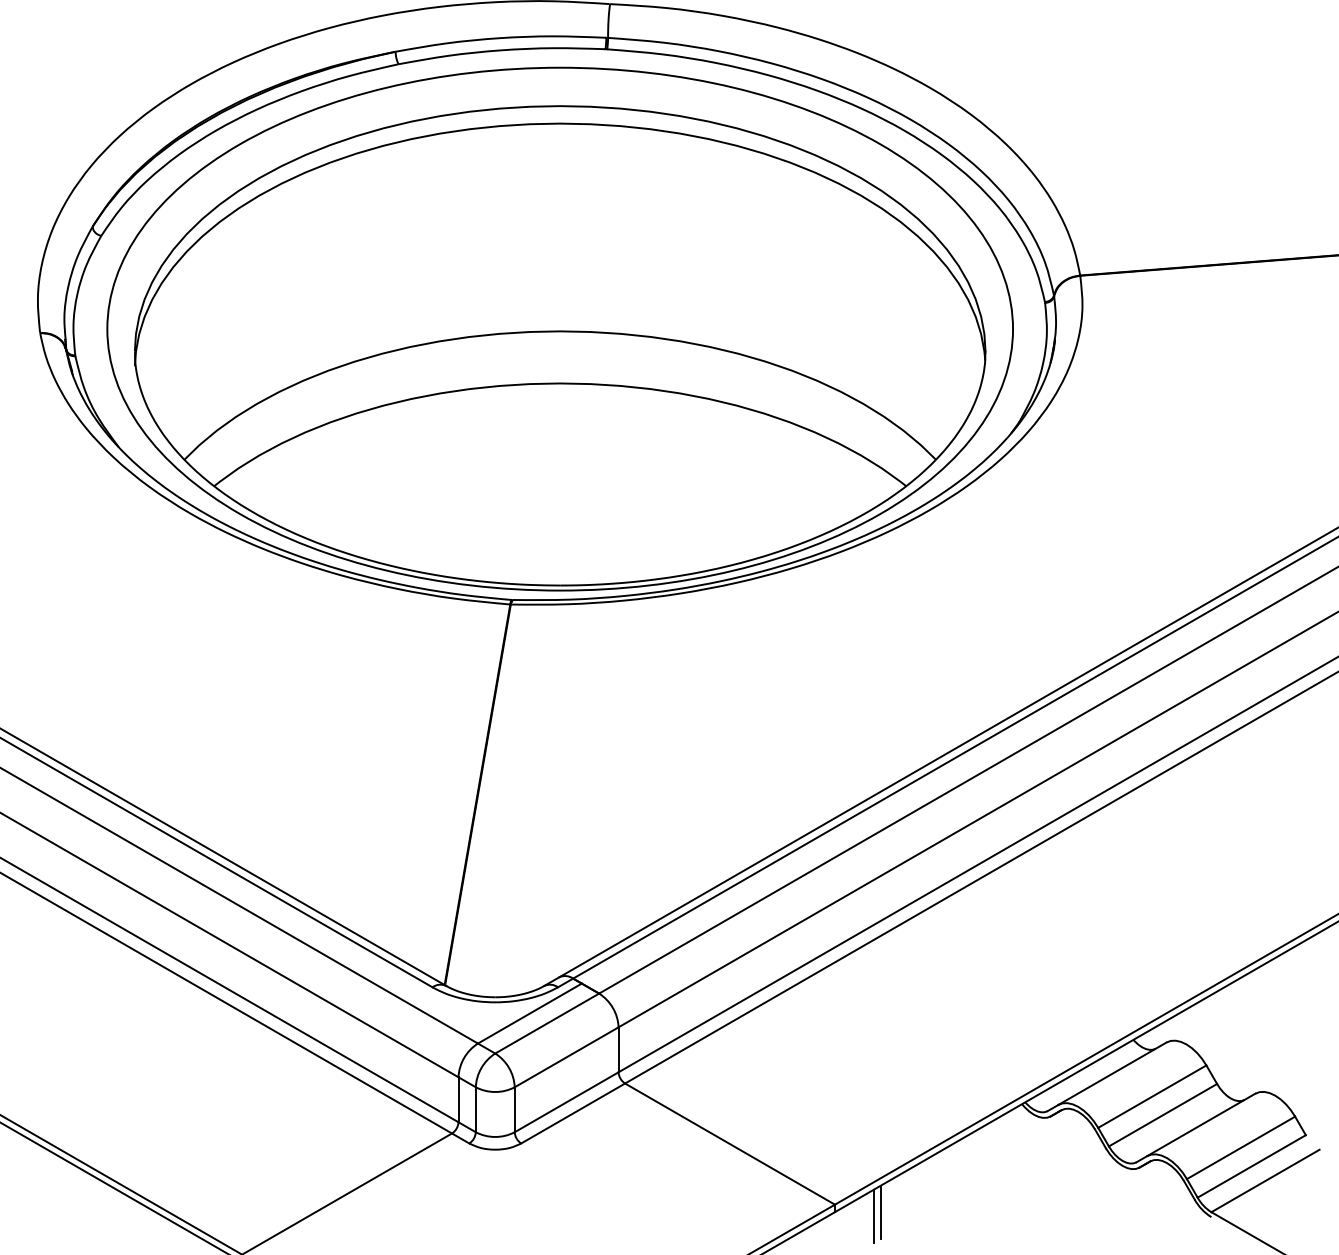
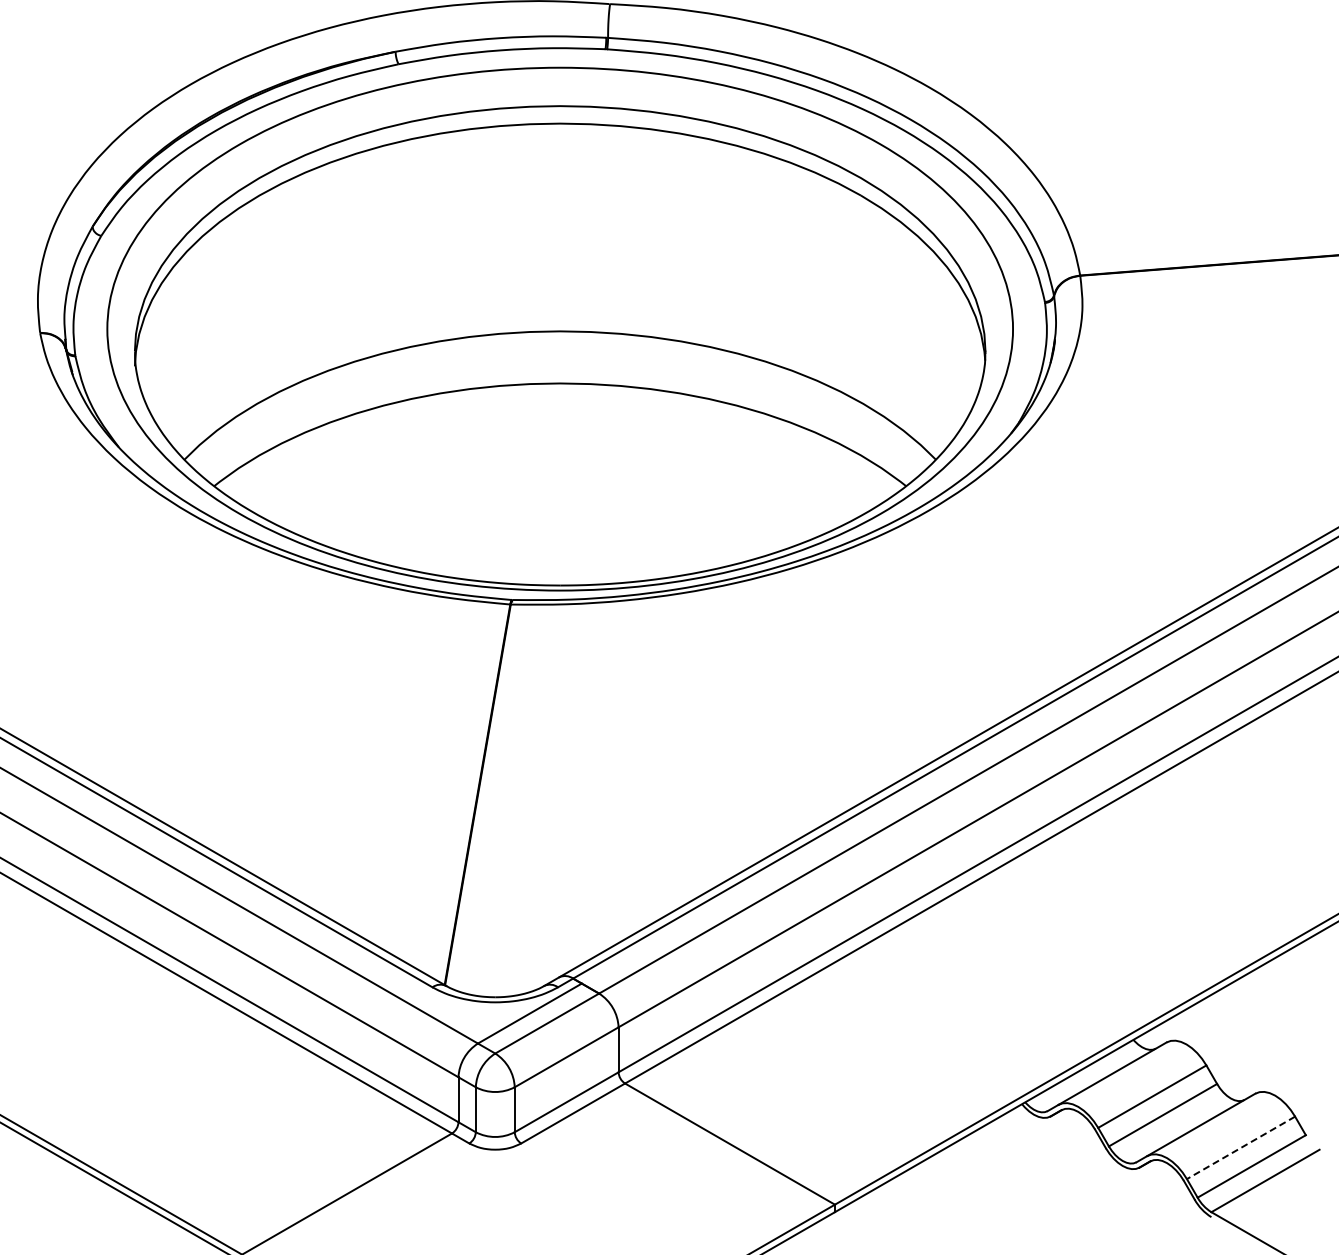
line at (1240, 1148): solid -> dashed
line at (881, 1212): present -> none
line at (873, 1216): present -> none
